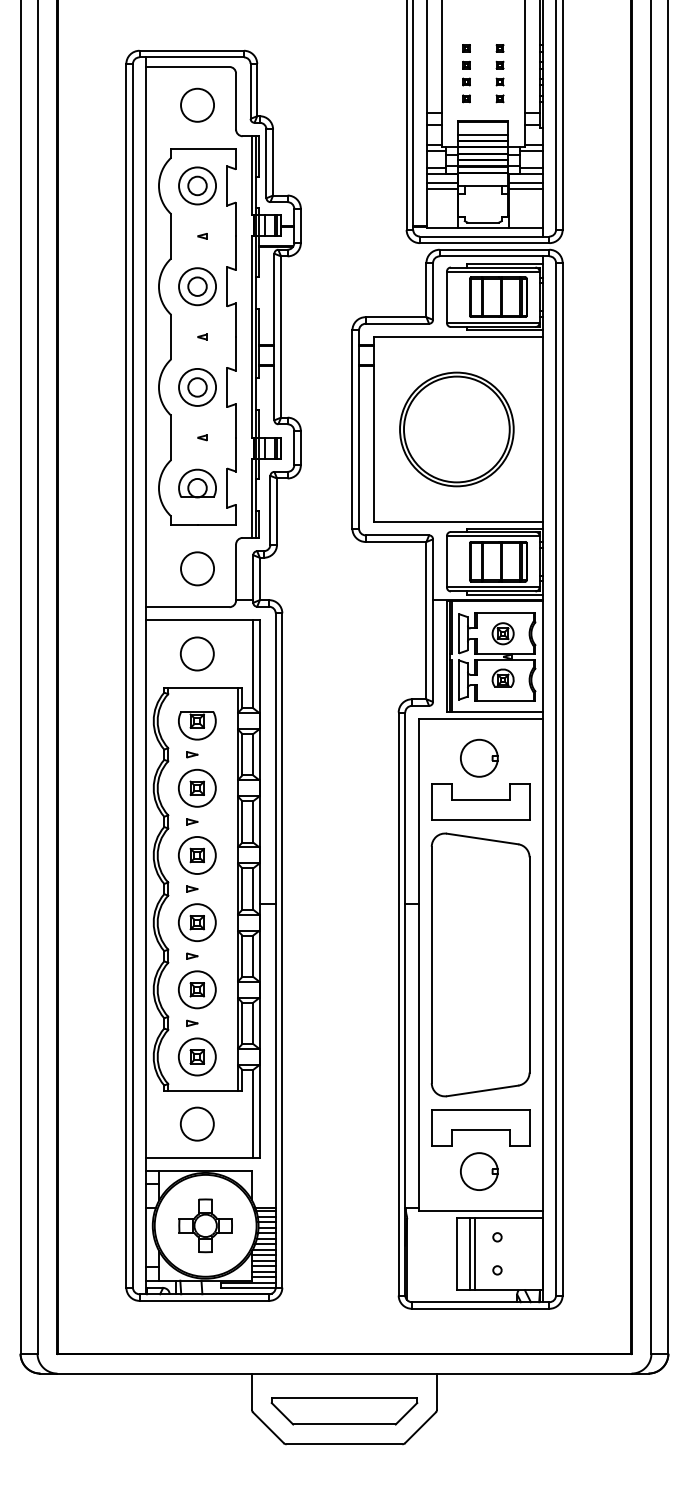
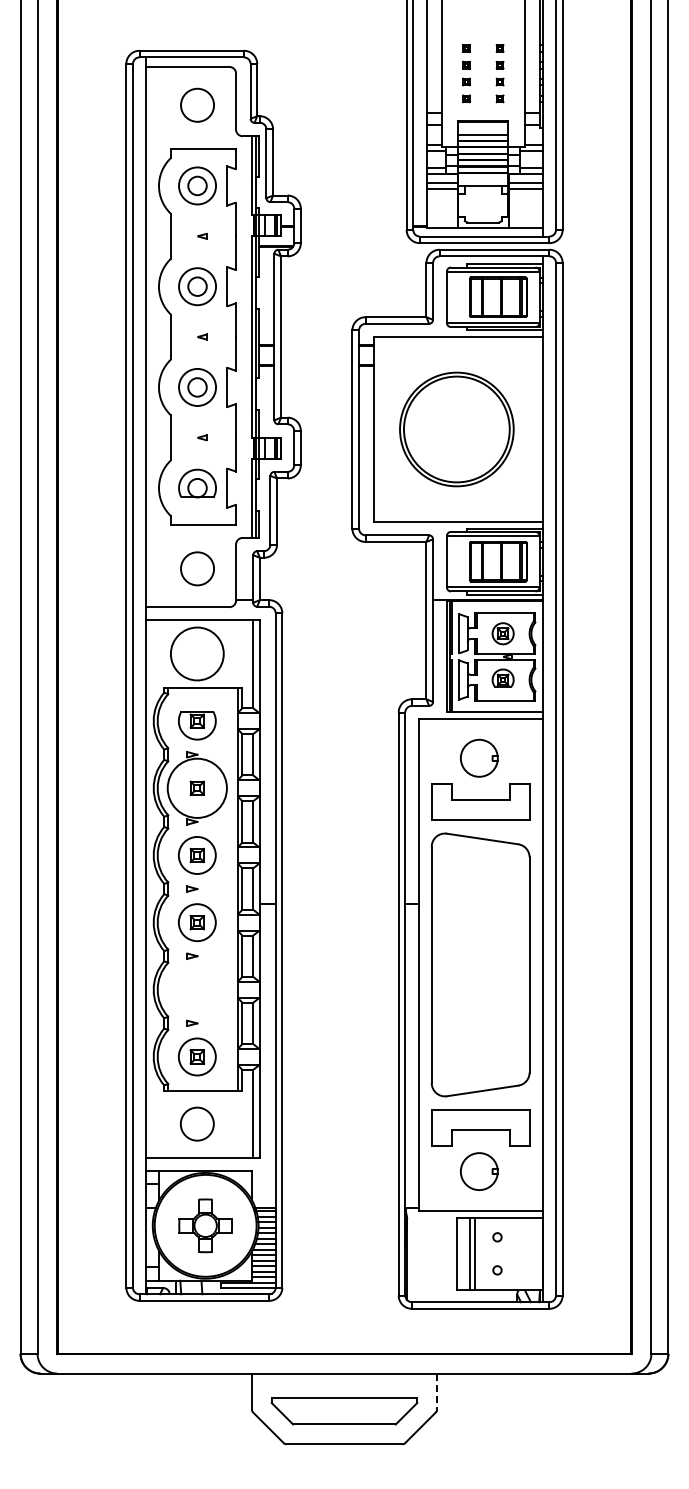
circle at (196, 653) diameter: 33 px -> 53 px
circle at (196, 787) diameter: 37 px -> 59 px
part at (197, 989): present -> none
line at (437, 1392): solid -> dashed
